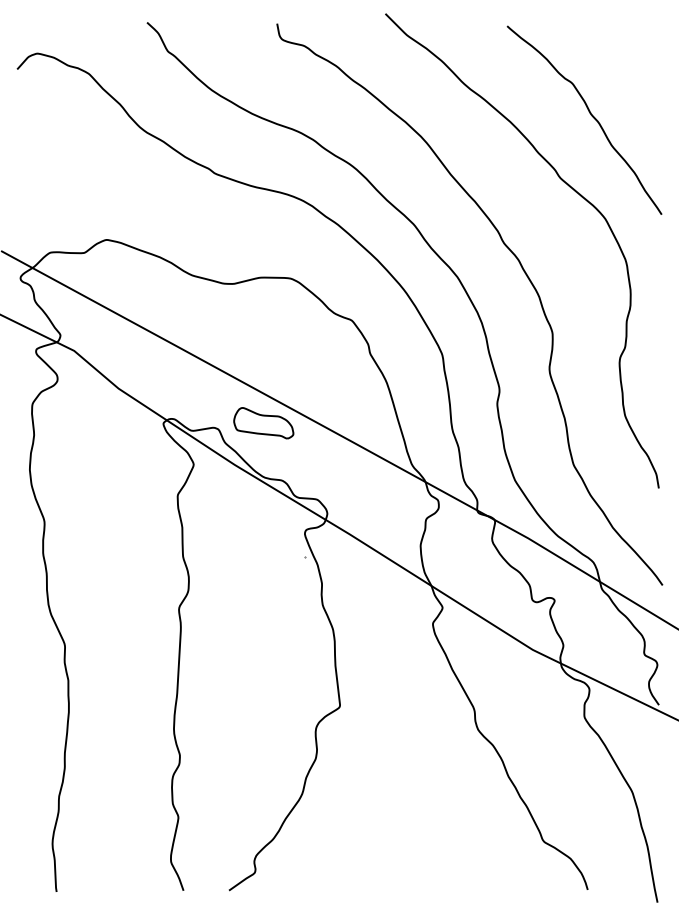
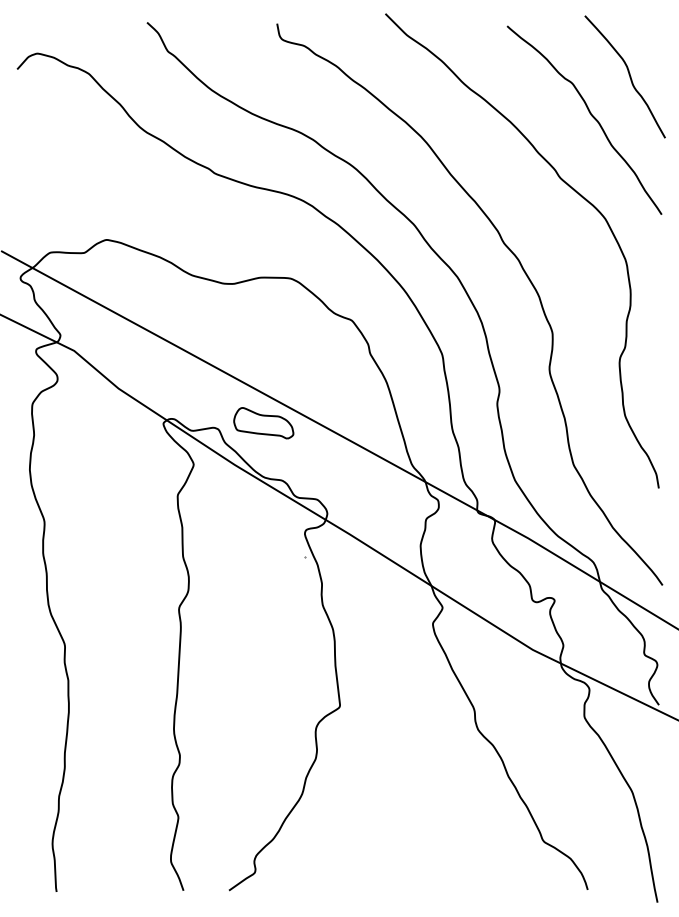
curve at (628, 74): none -> present
